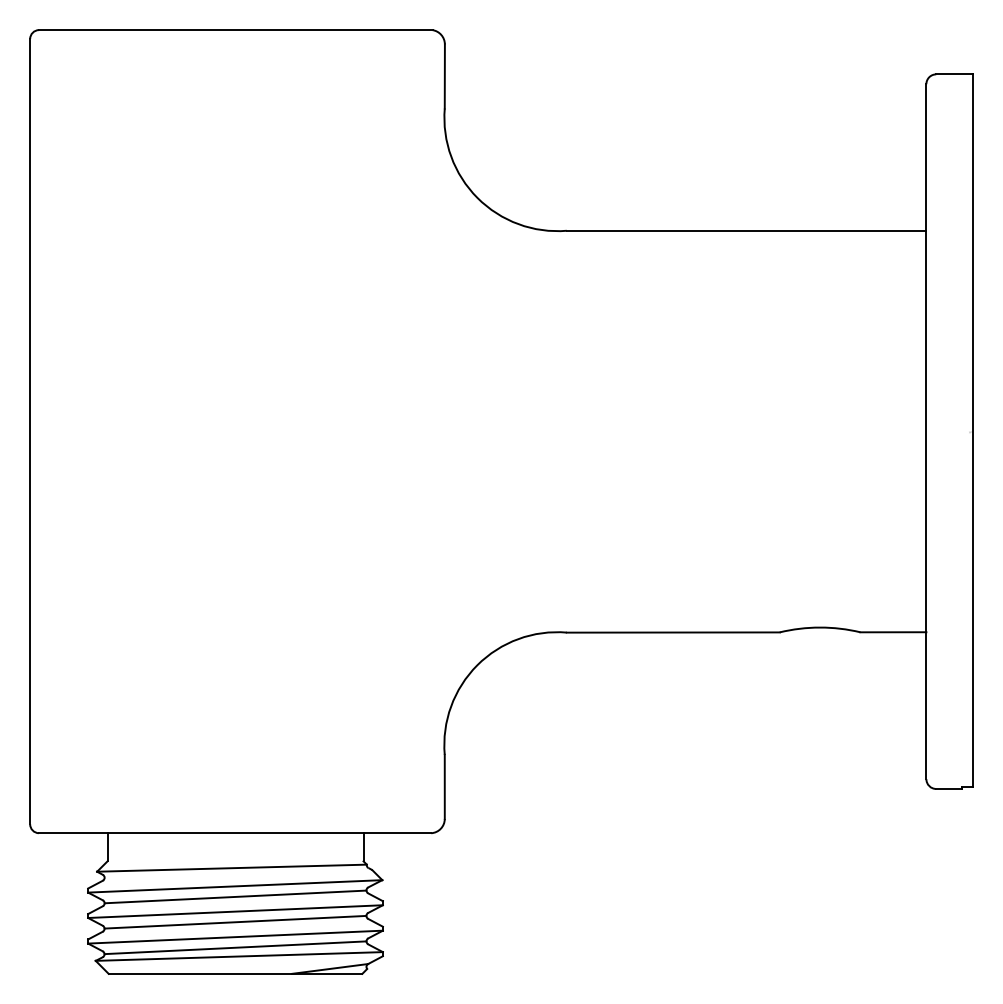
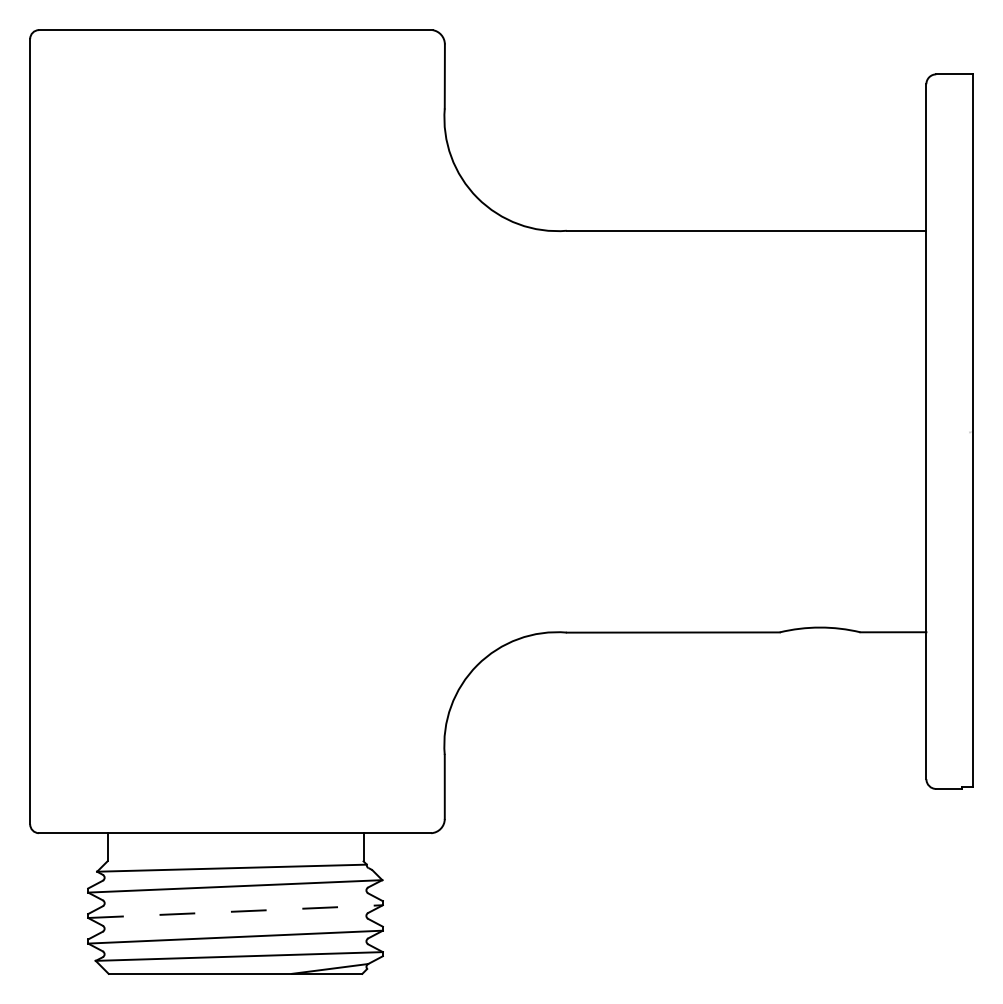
line at (235, 896): present -> none
line at (235, 911): solid -> dashed
line at (235, 921): present -> none
line at (235, 947): present -> none
